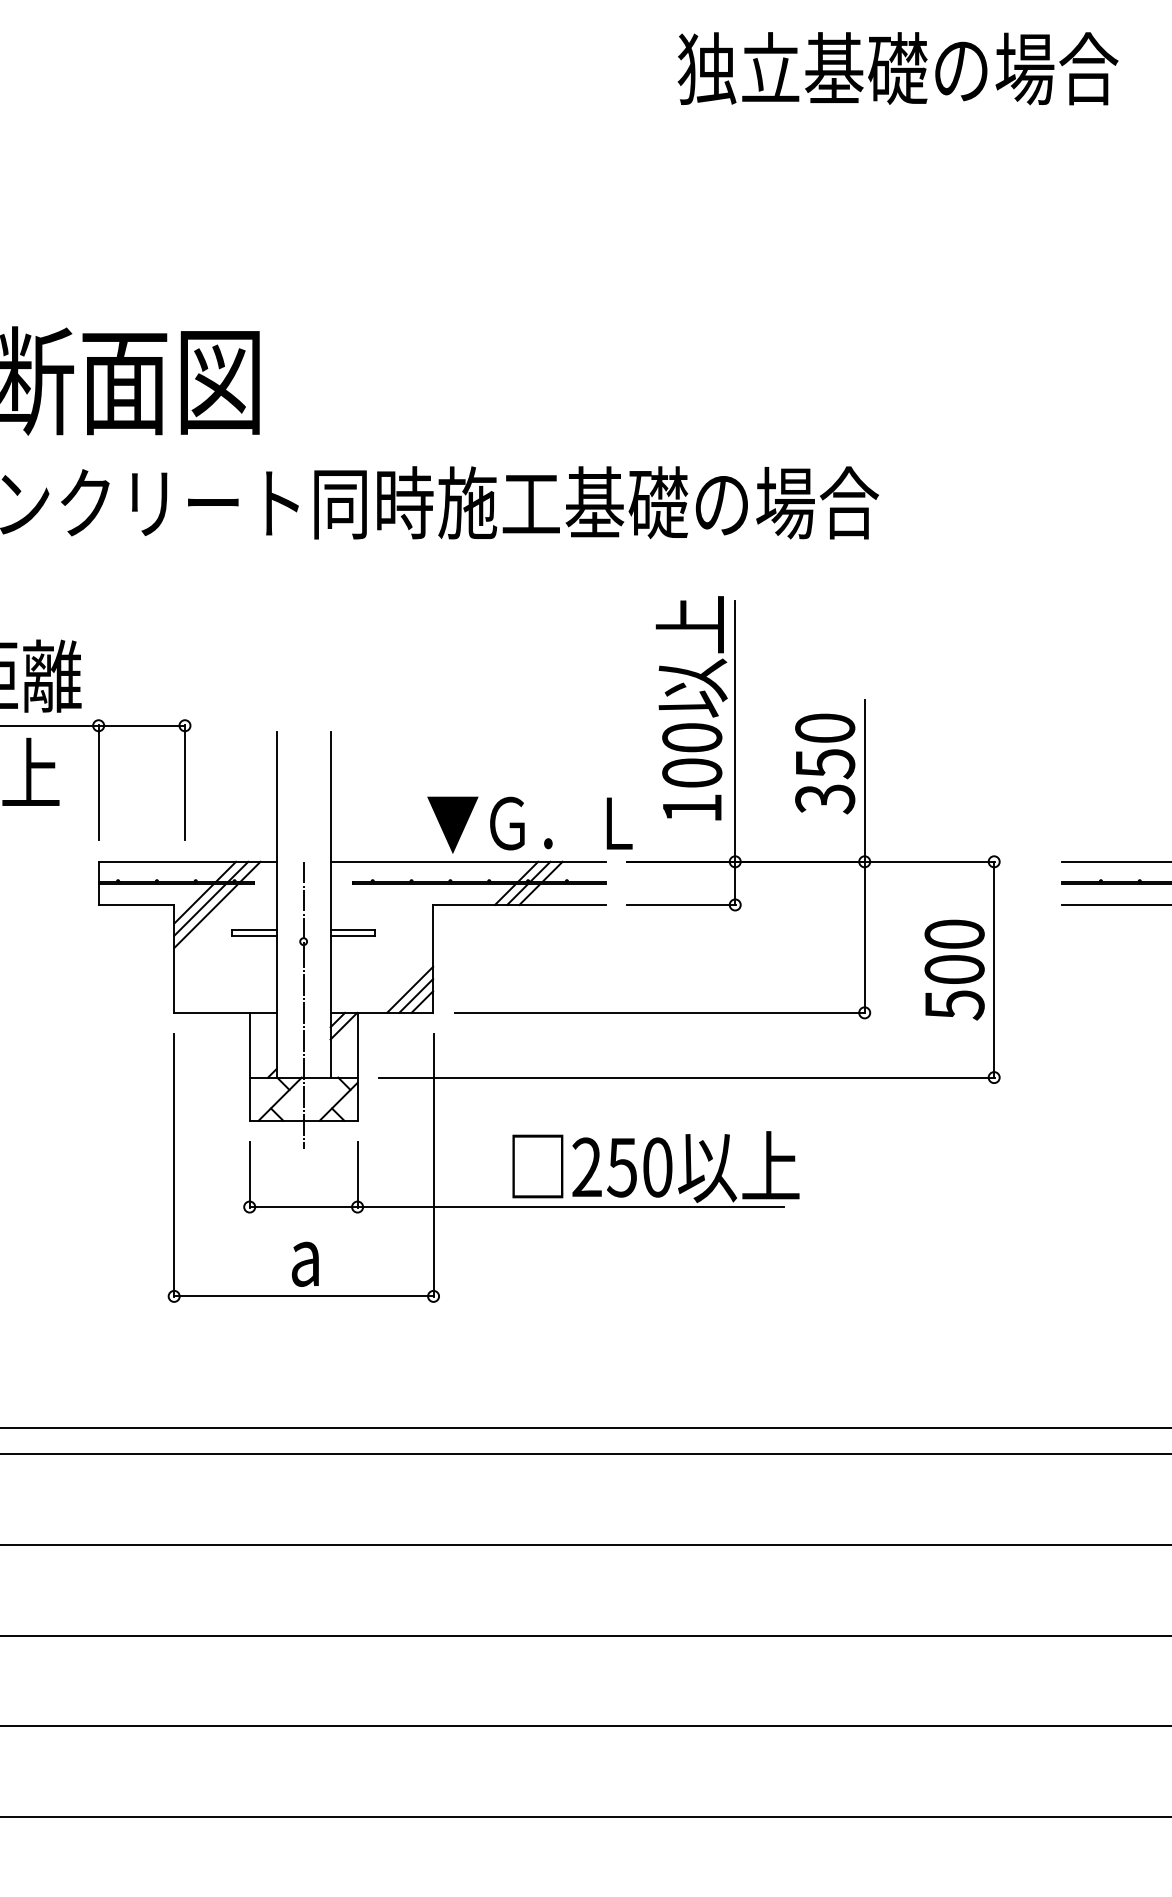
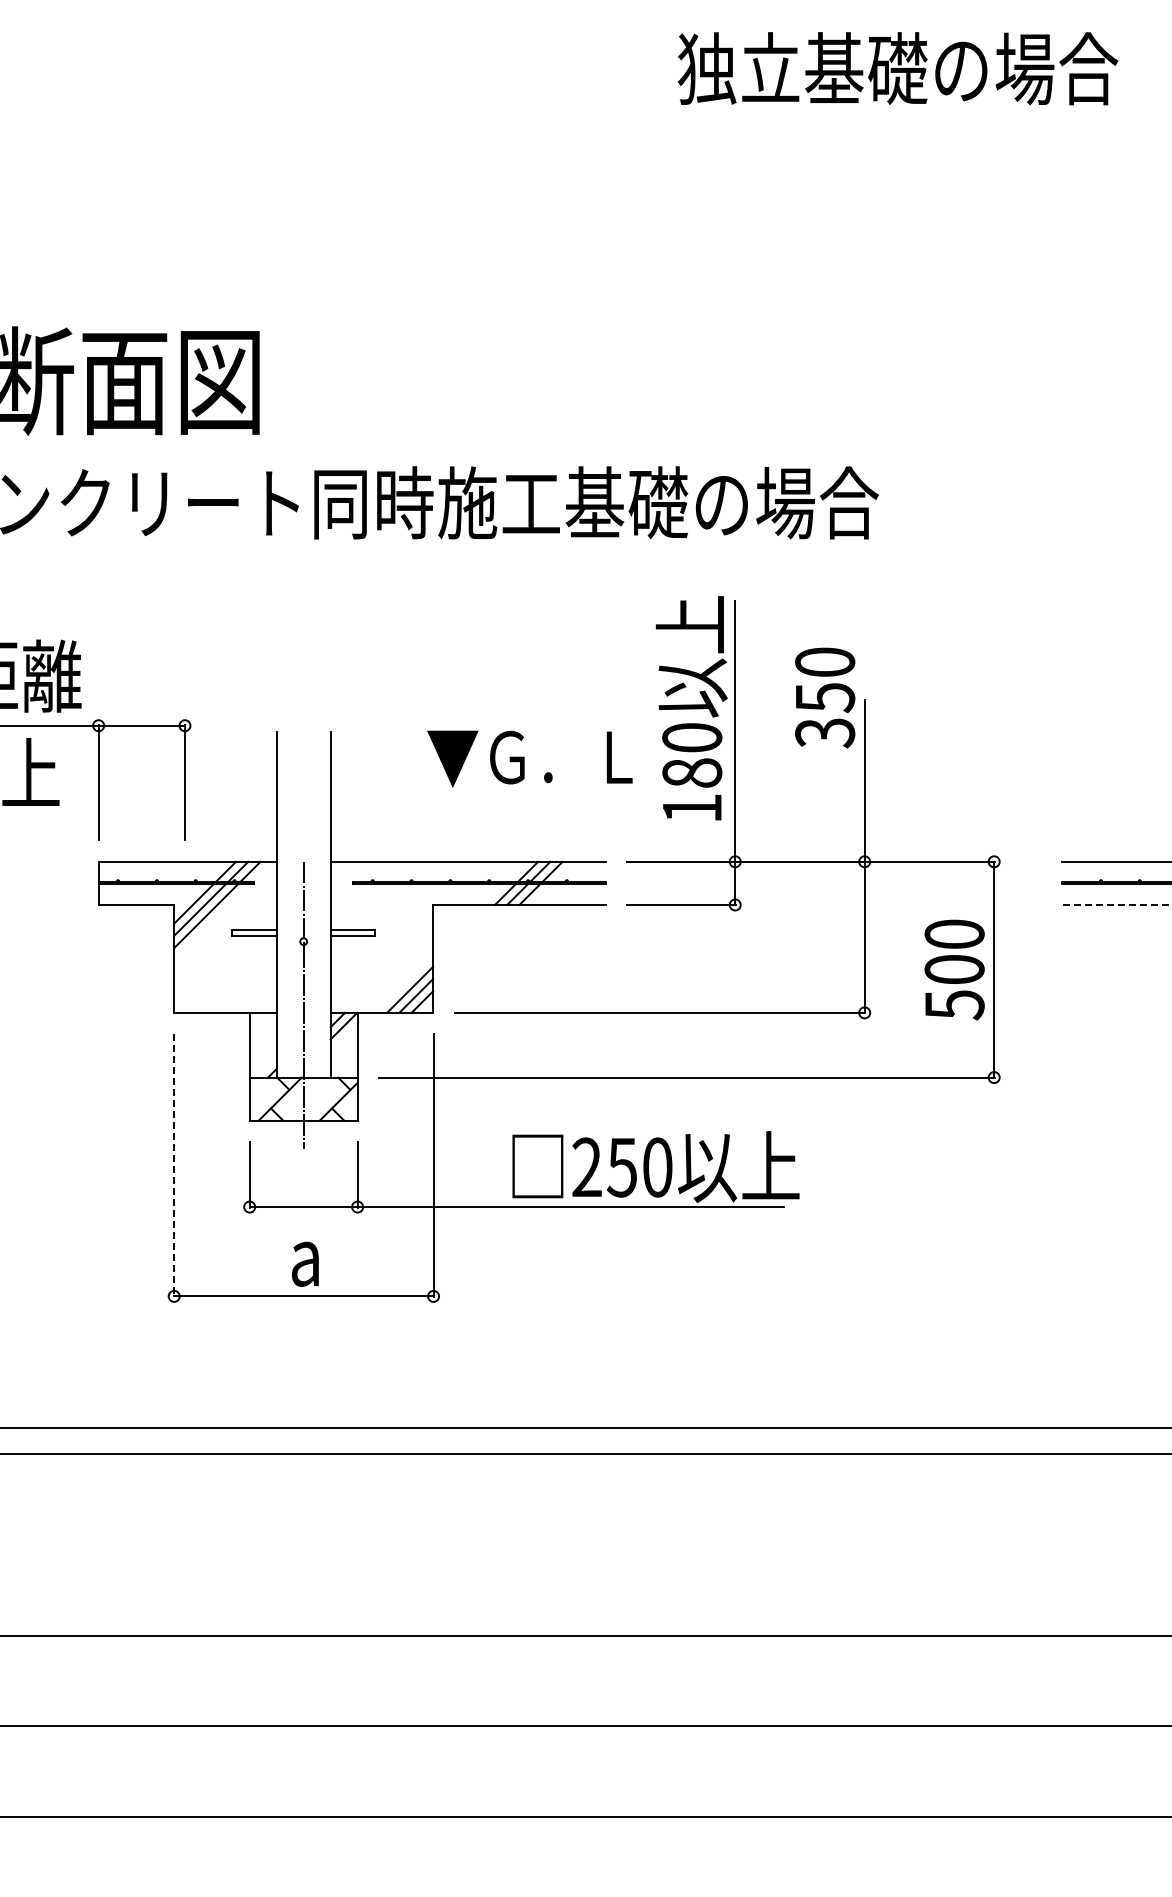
text at (825, 763) position: (825, 763) -> (825, 697)
text at (692, 772): 100 -> 180
text at (529, 824) position: (529, 824) -> (529, 758)
line at (1116, 904): solid -> dashed
line at (174, 1166): solid -> dashed
line at (585, 1544): present -> none
